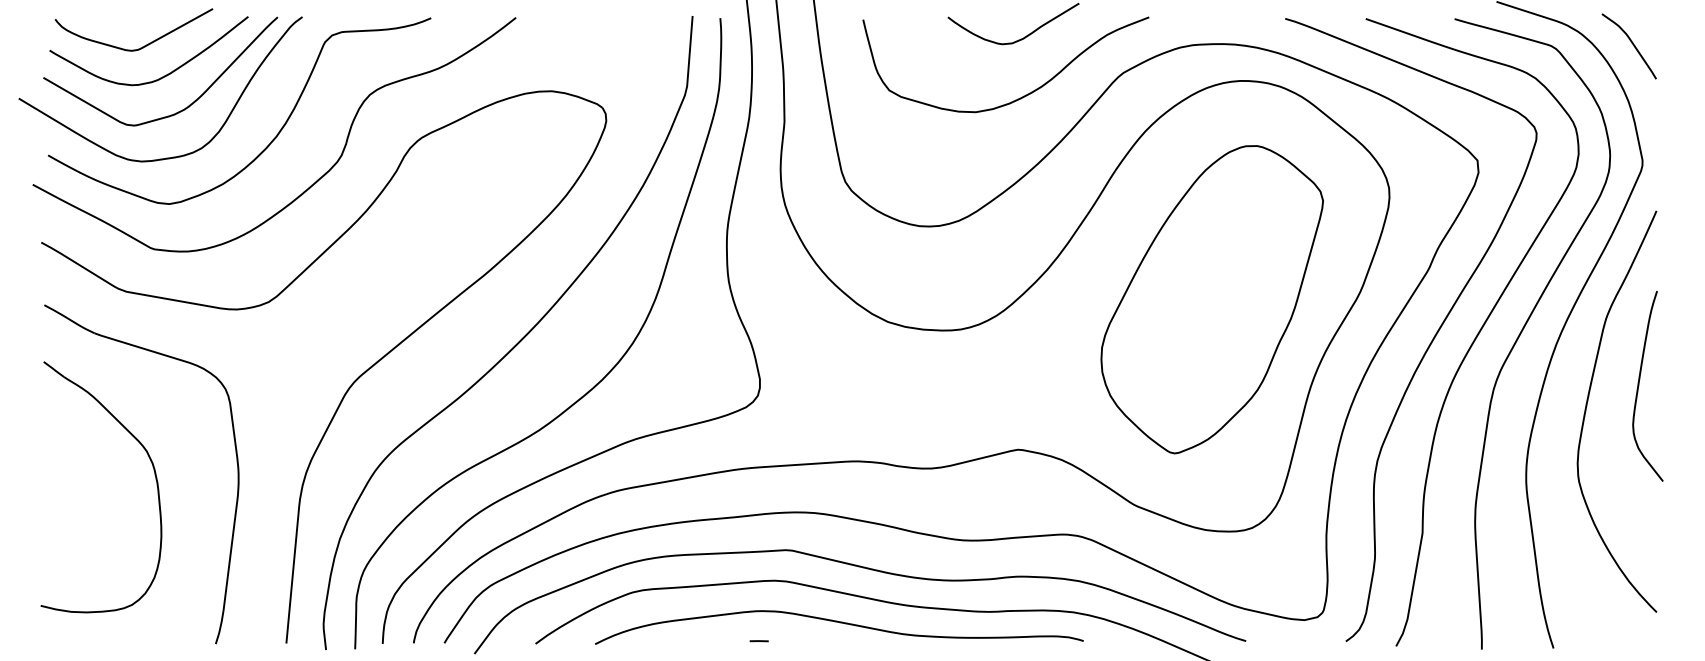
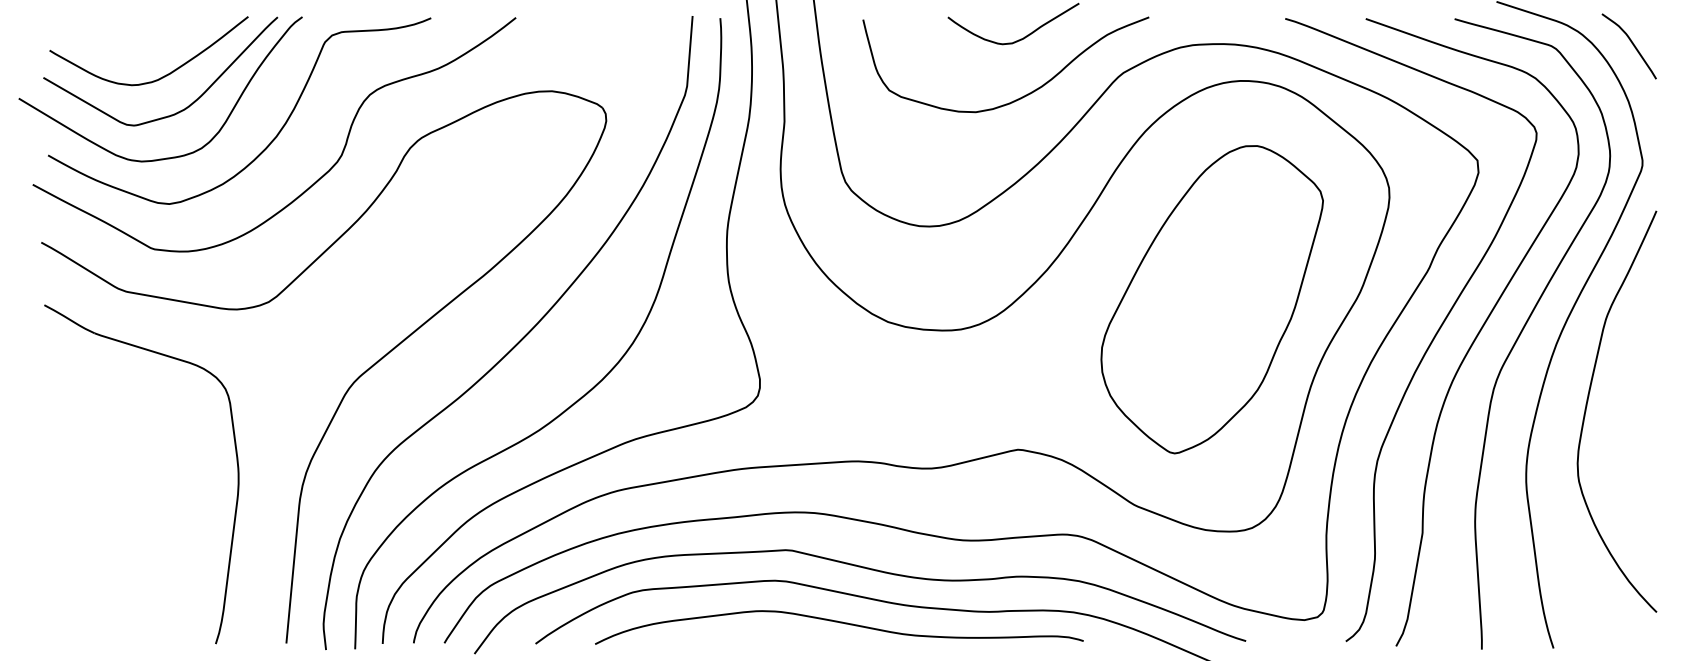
curve at (142, 46): present -> none
curve at (1639, 386): present -> none
part at (154, 475): present -> none
line at (758, 641): present -> none
